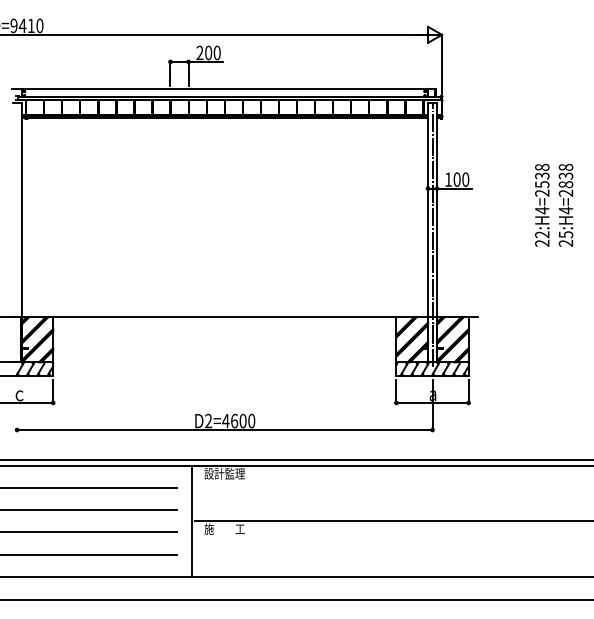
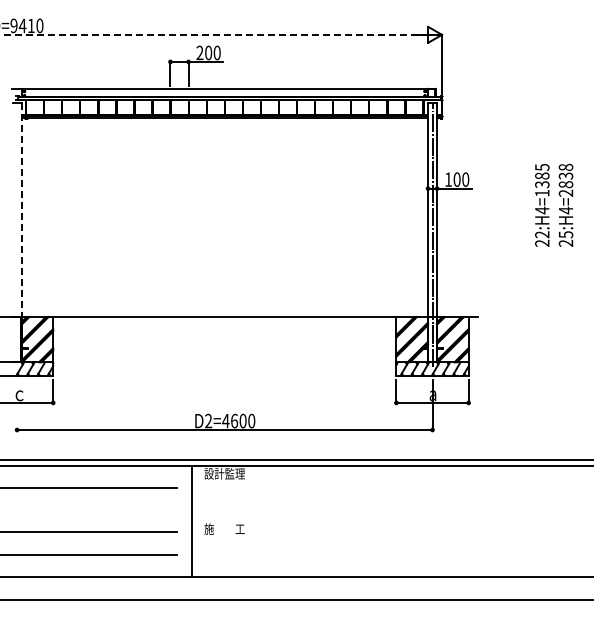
line at (213, 34): solid -> dashed
text at (542, 179): 22:H4=2538 -> 22:H4=1385
line at (21, 209): solid -> dashed
line at (89, 510): present -> none
line at (392, 521): present -> none
